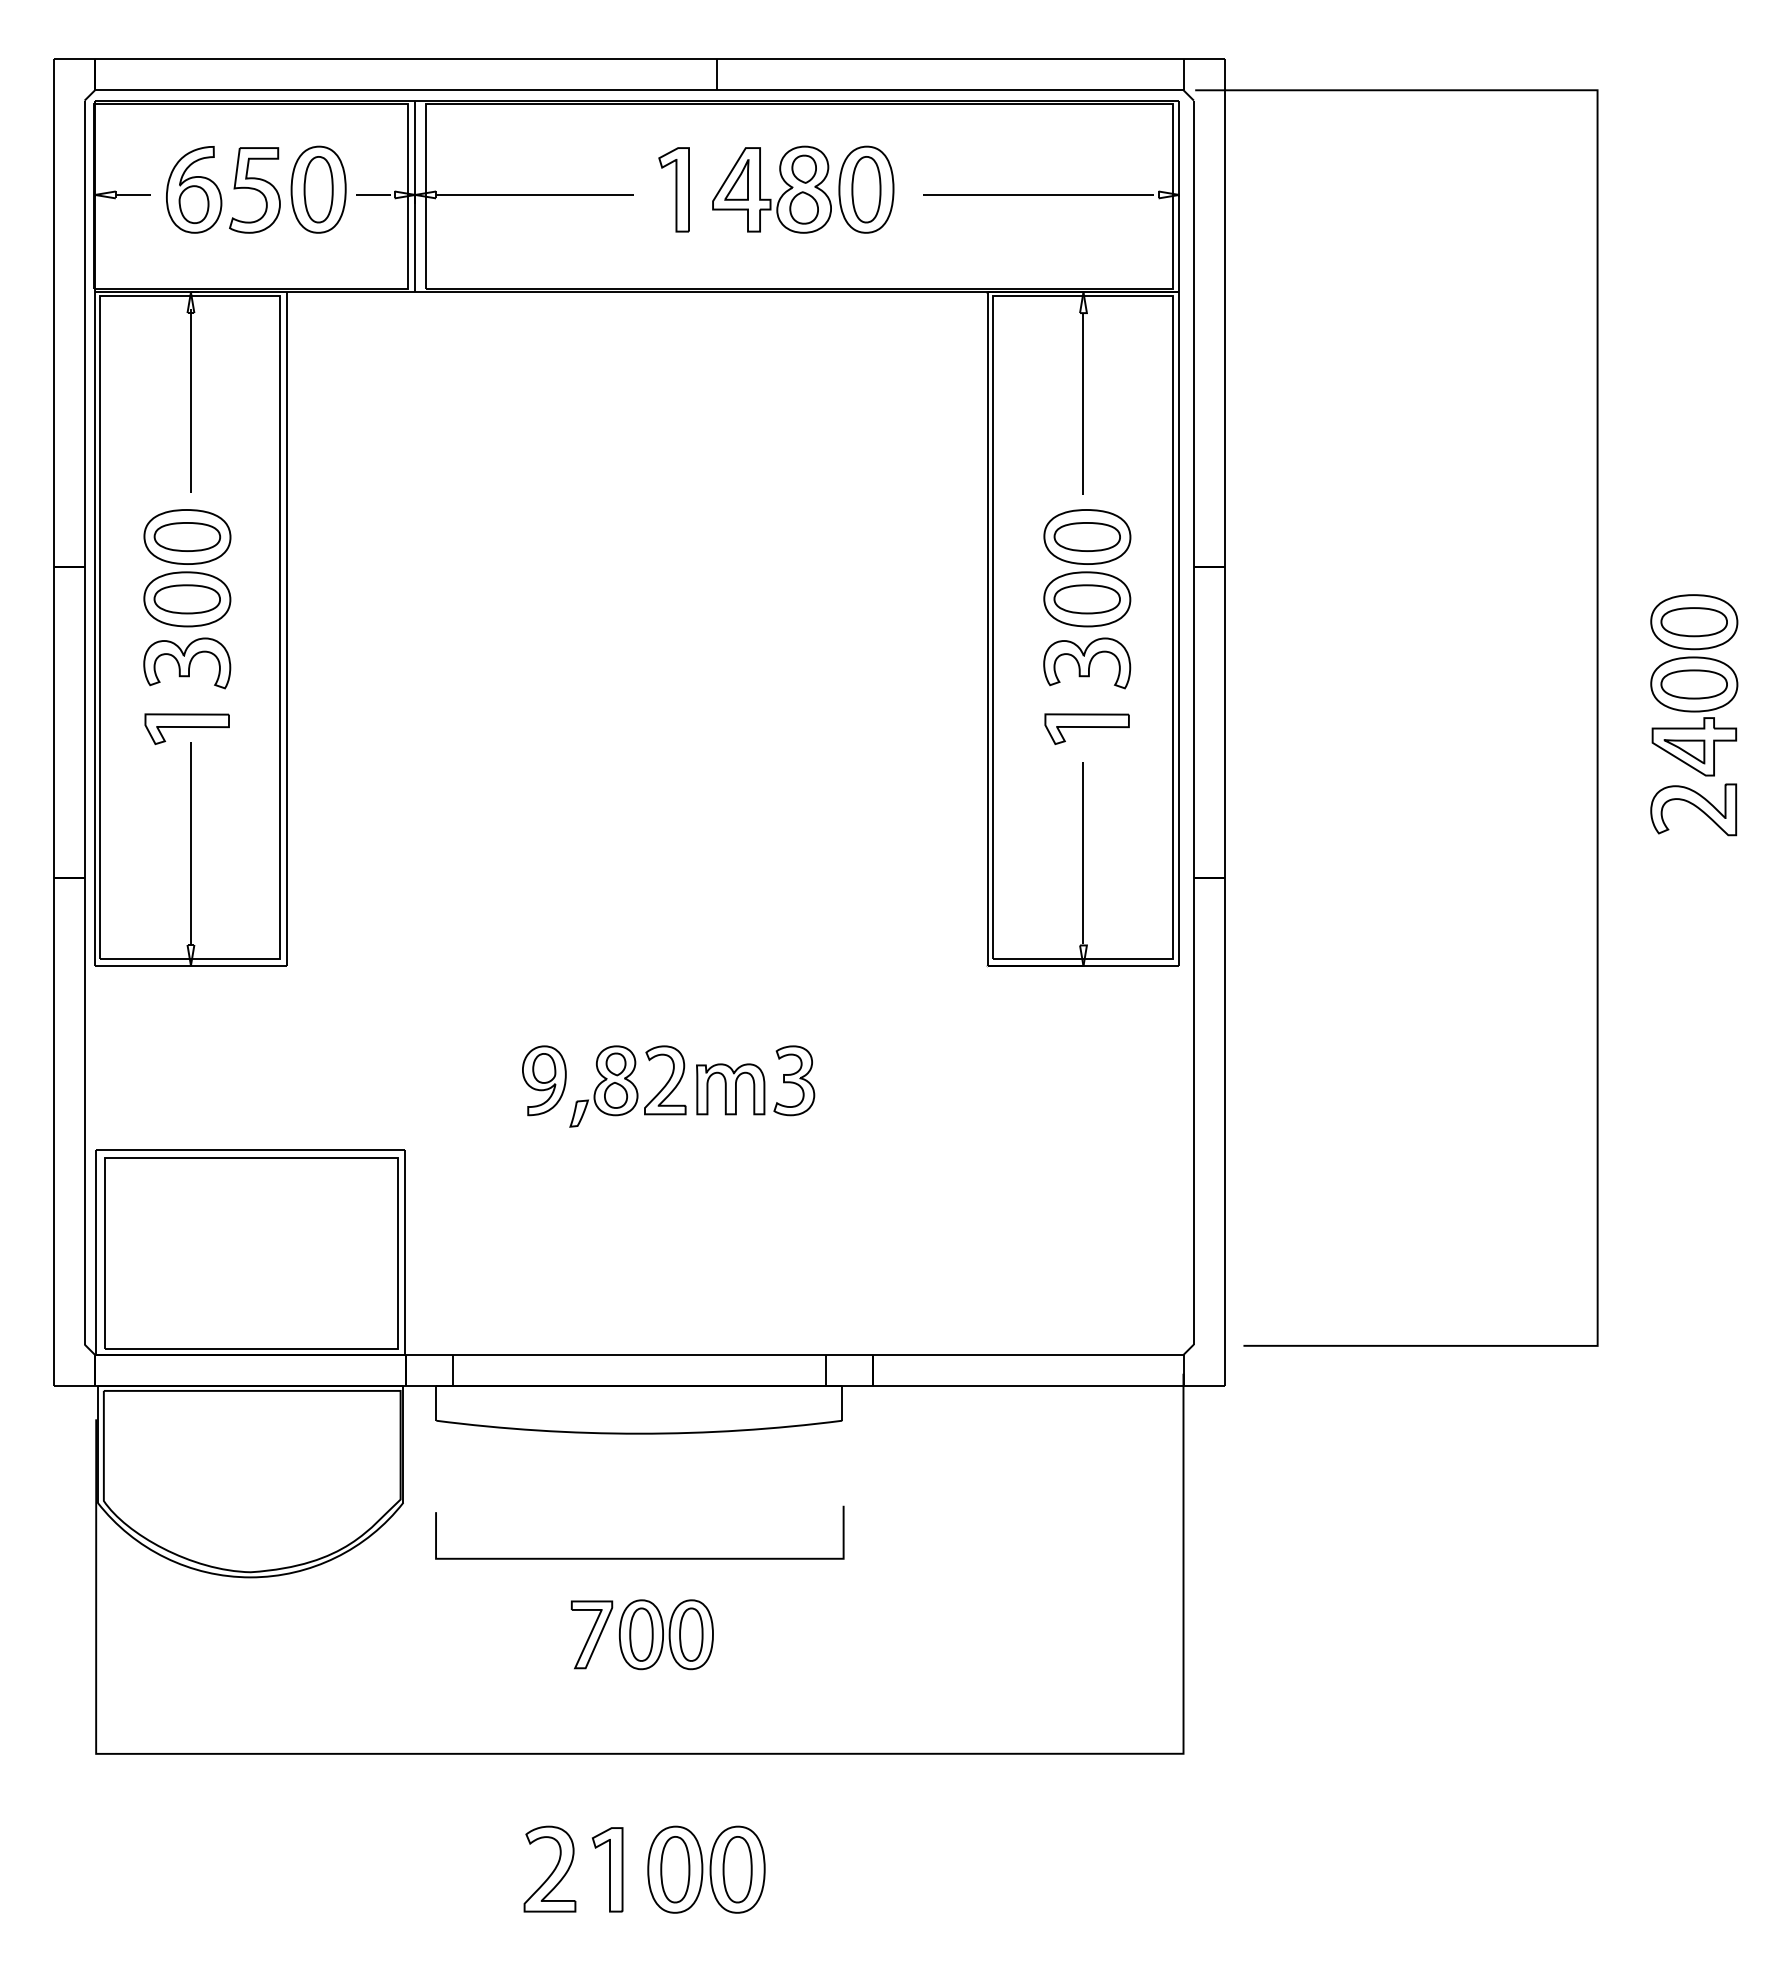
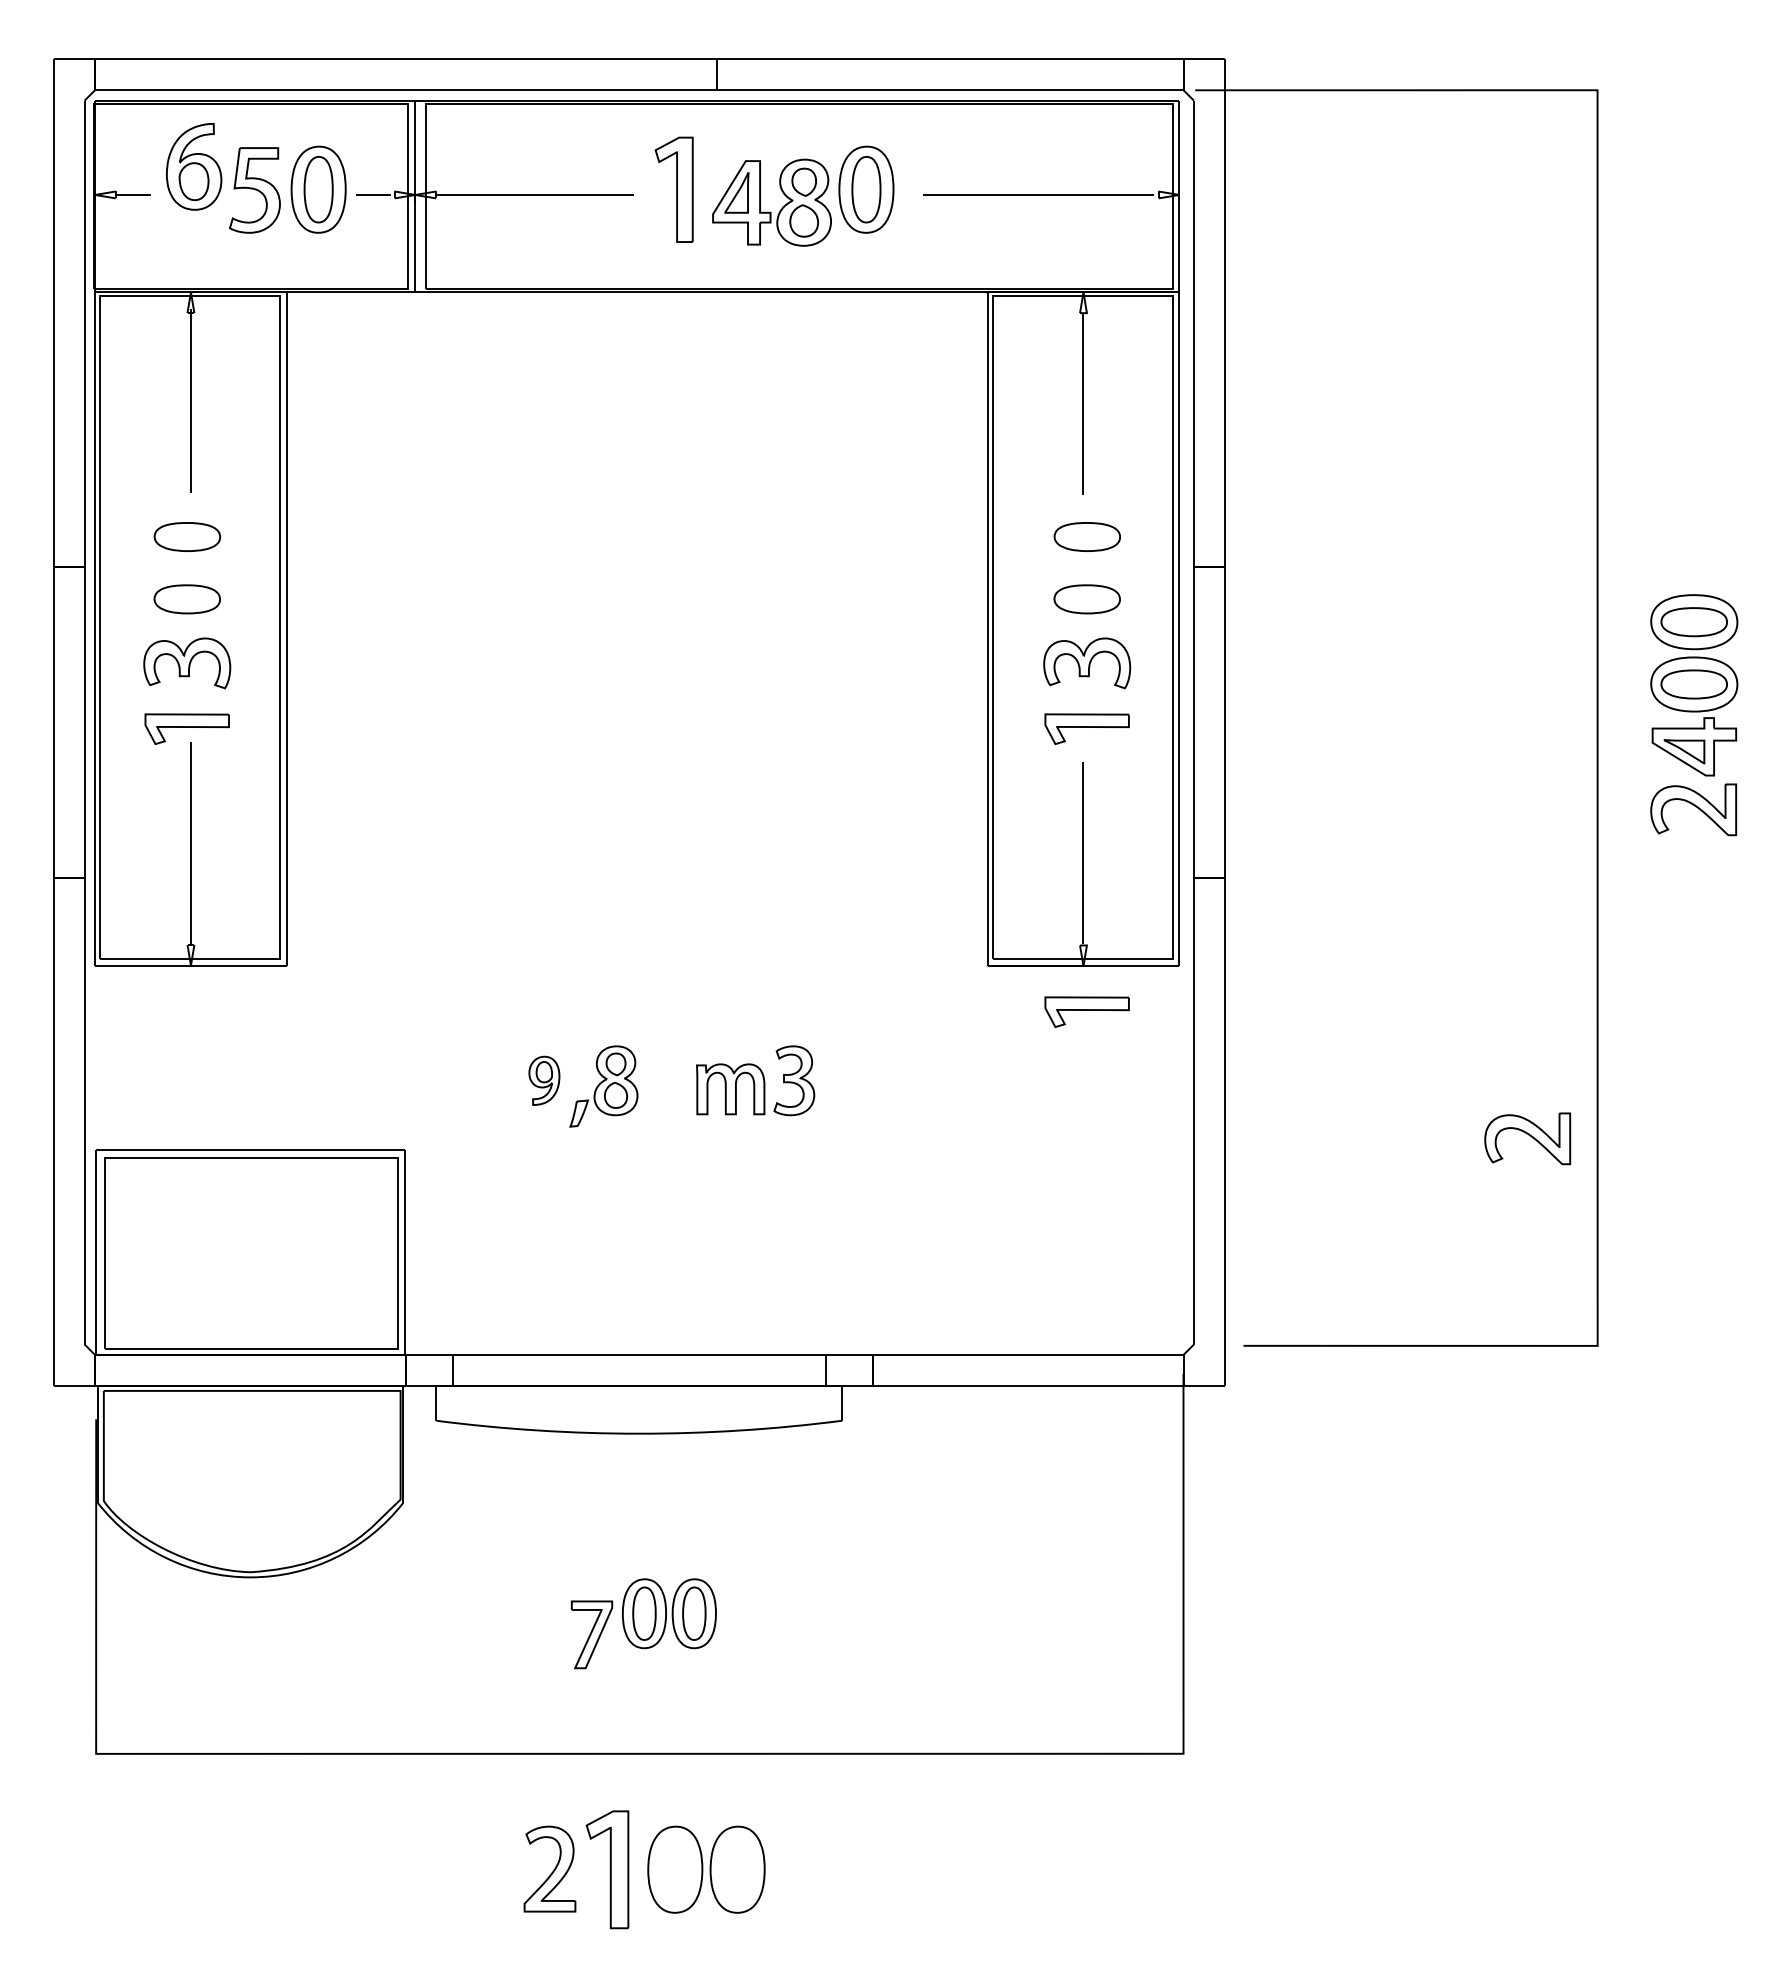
part at (194, 189) position: (194, 189) -> (194, 166)
part at (673, 189) size: 32x86 px -> 40x107 px
part at (770, 198) position: (770, 198) -> (770, 211)
part at (187, 568): present -> none
part at (1087, 568): present -> none
part at (1086, 1011): none -> present
part at (544, 1080) size: 45x72 px -> 33x51 px
part at (665, 1080): present -> none
part at (1527, 1138): none -> present
curve at (639, 1557): present -> none
part at (666, 1634) position: (666, 1634) -> (669, 1613)
part at (607, 1869) size: 32x86 px -> 45x120 px
part at (675, 1869): present -> none
part at (737, 1869): present -> none
